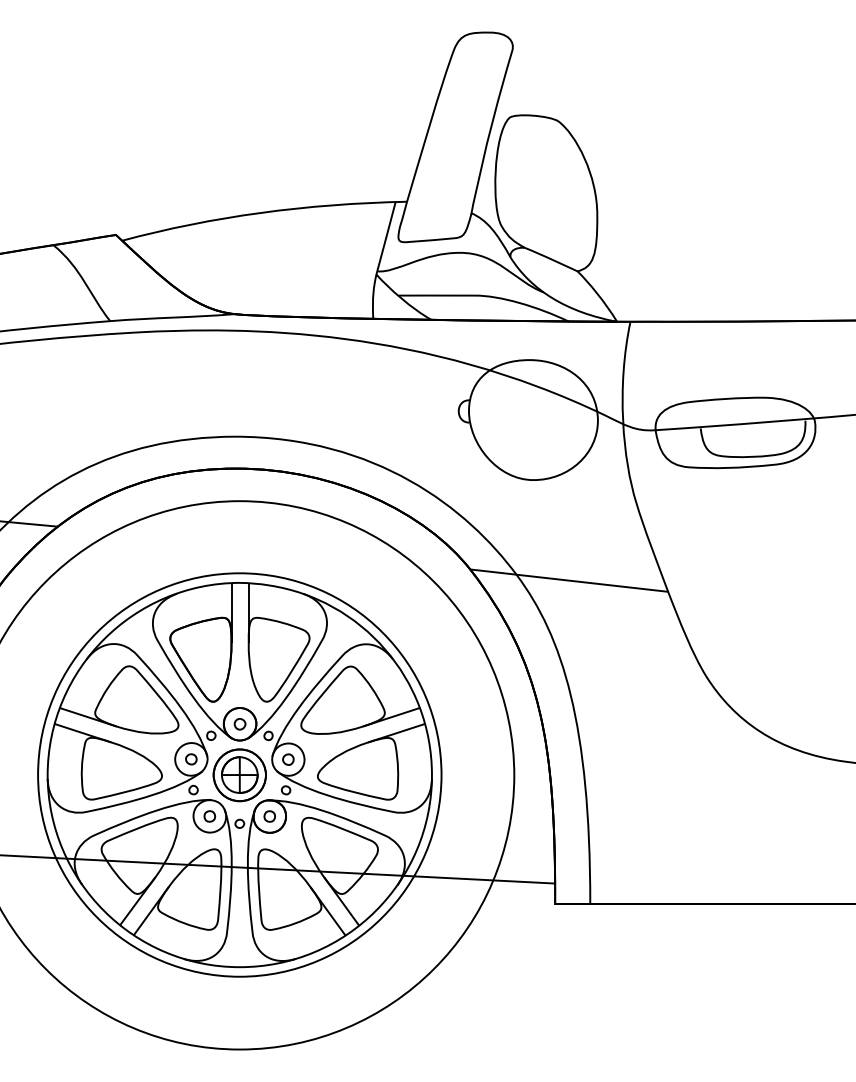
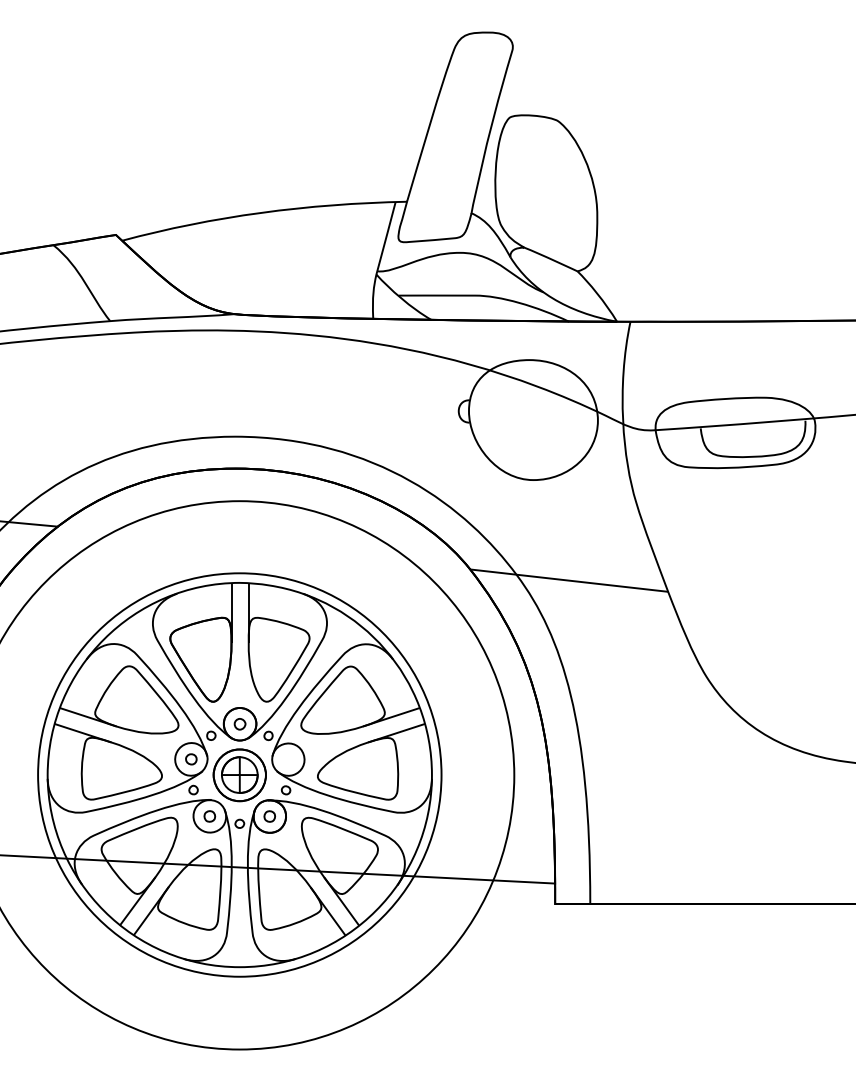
part at (288, 759): present -> none
